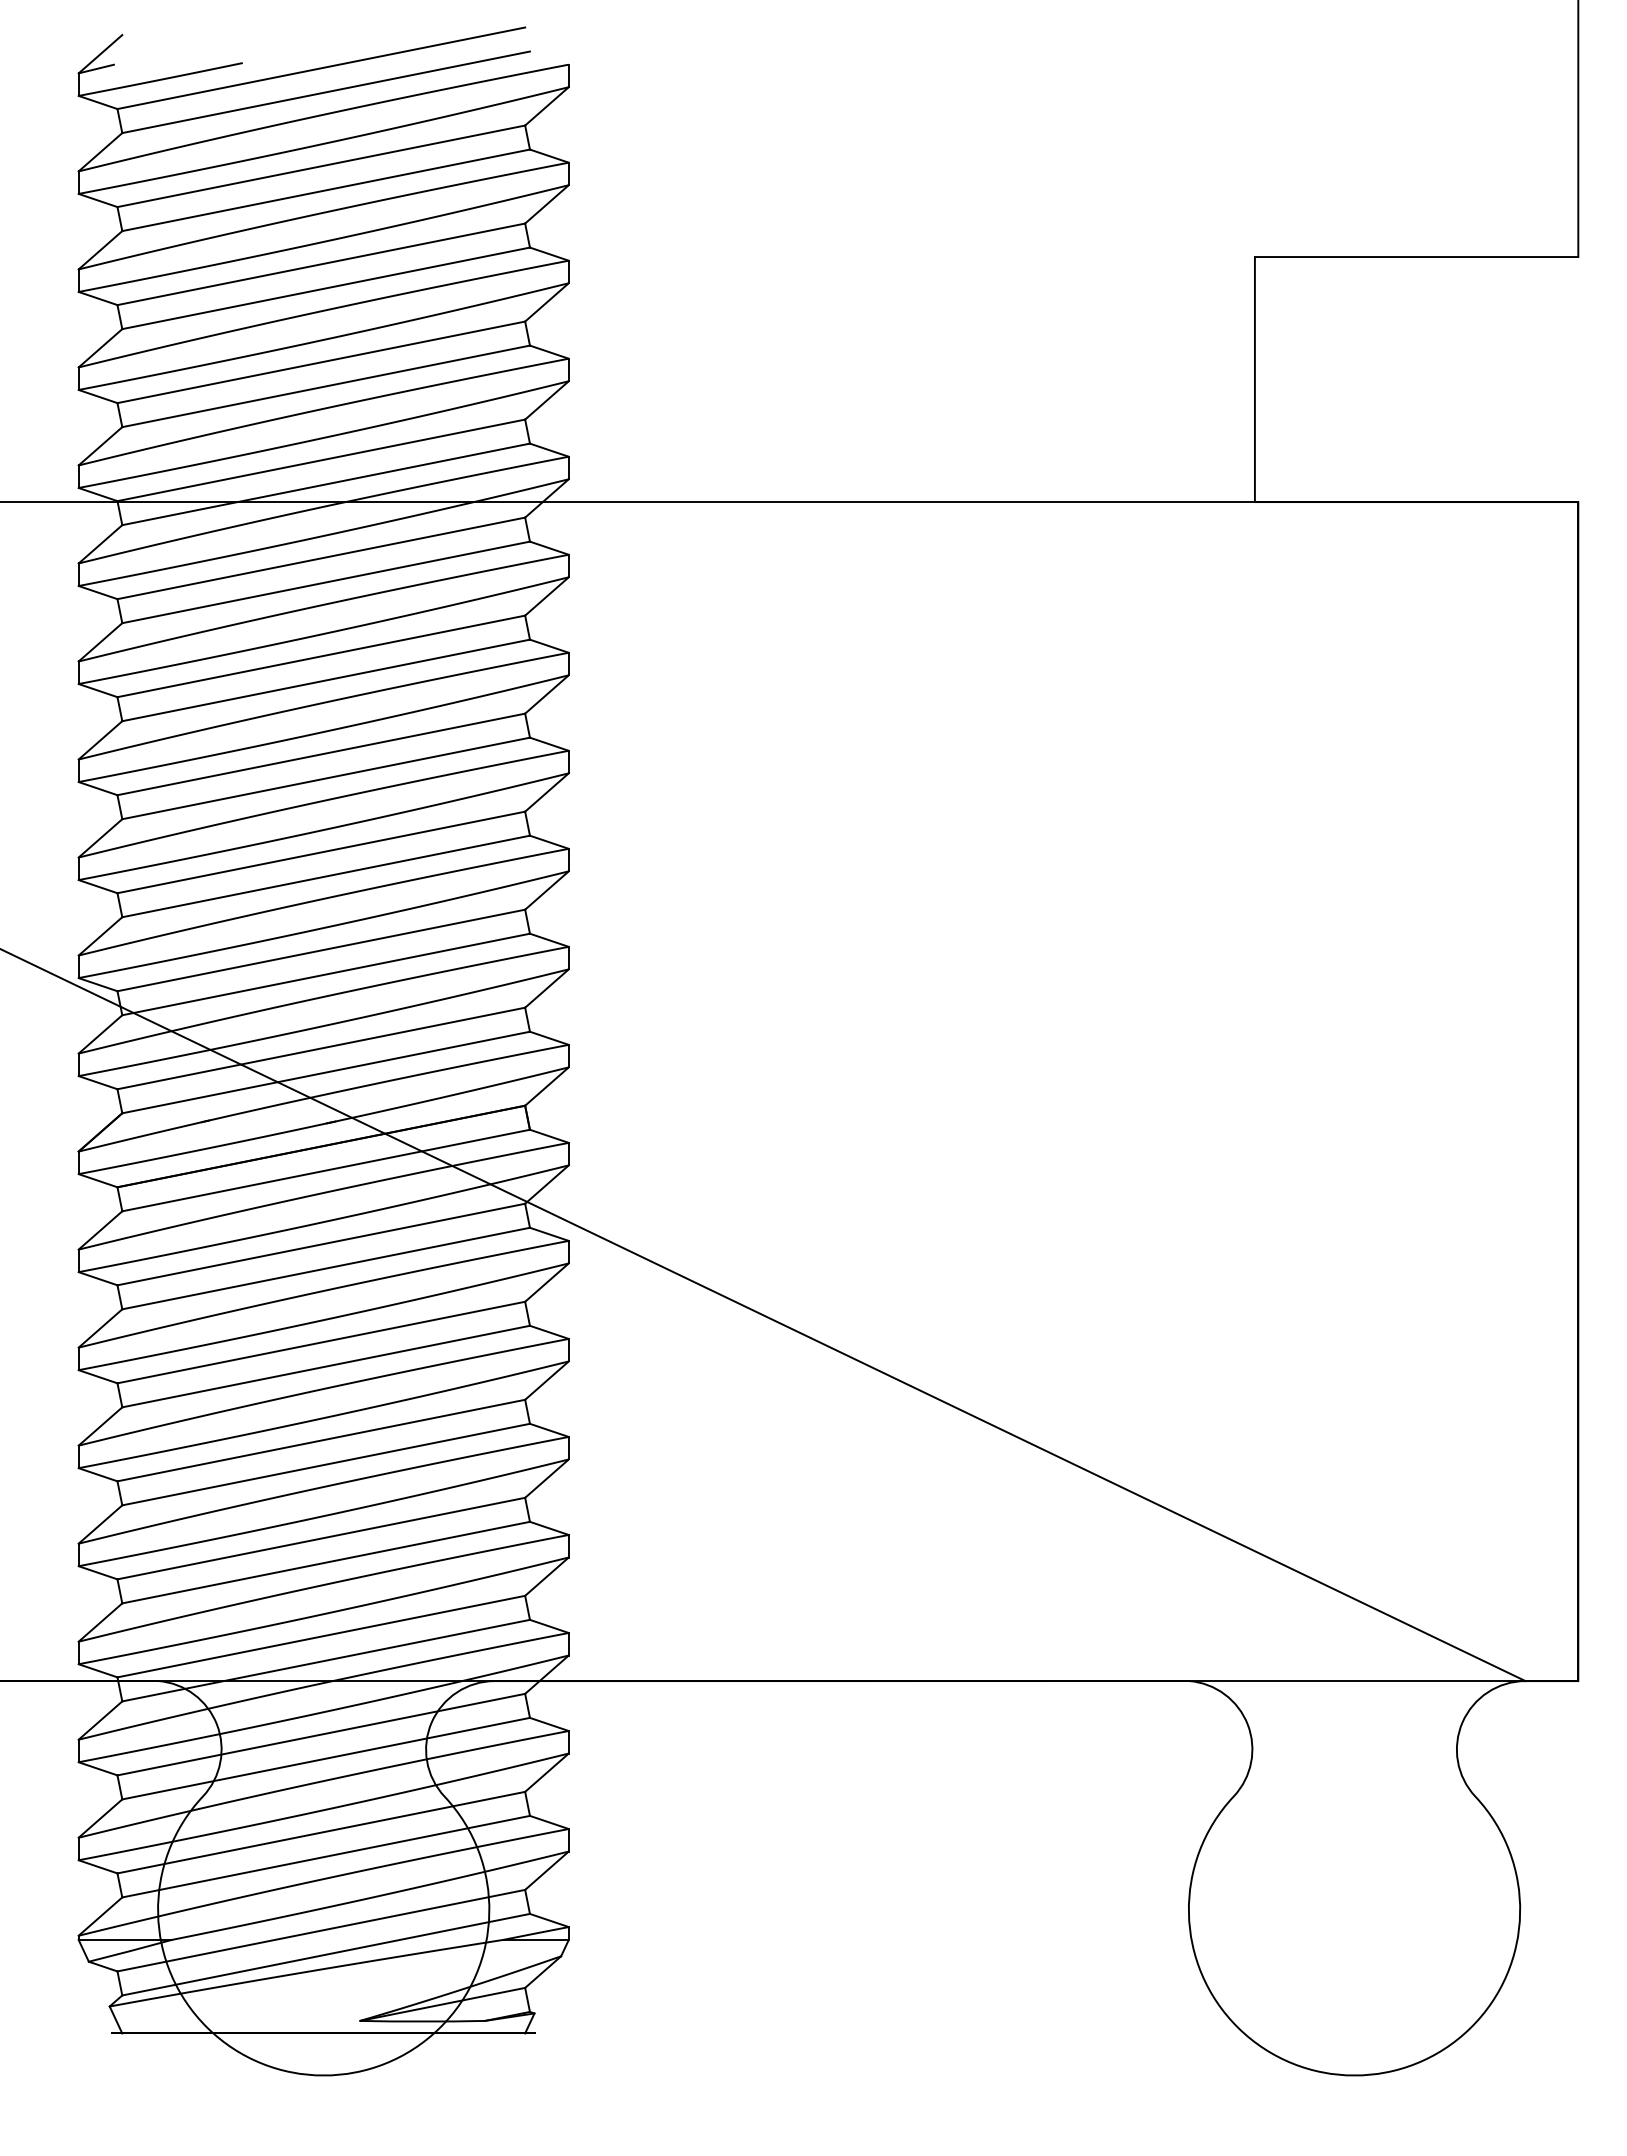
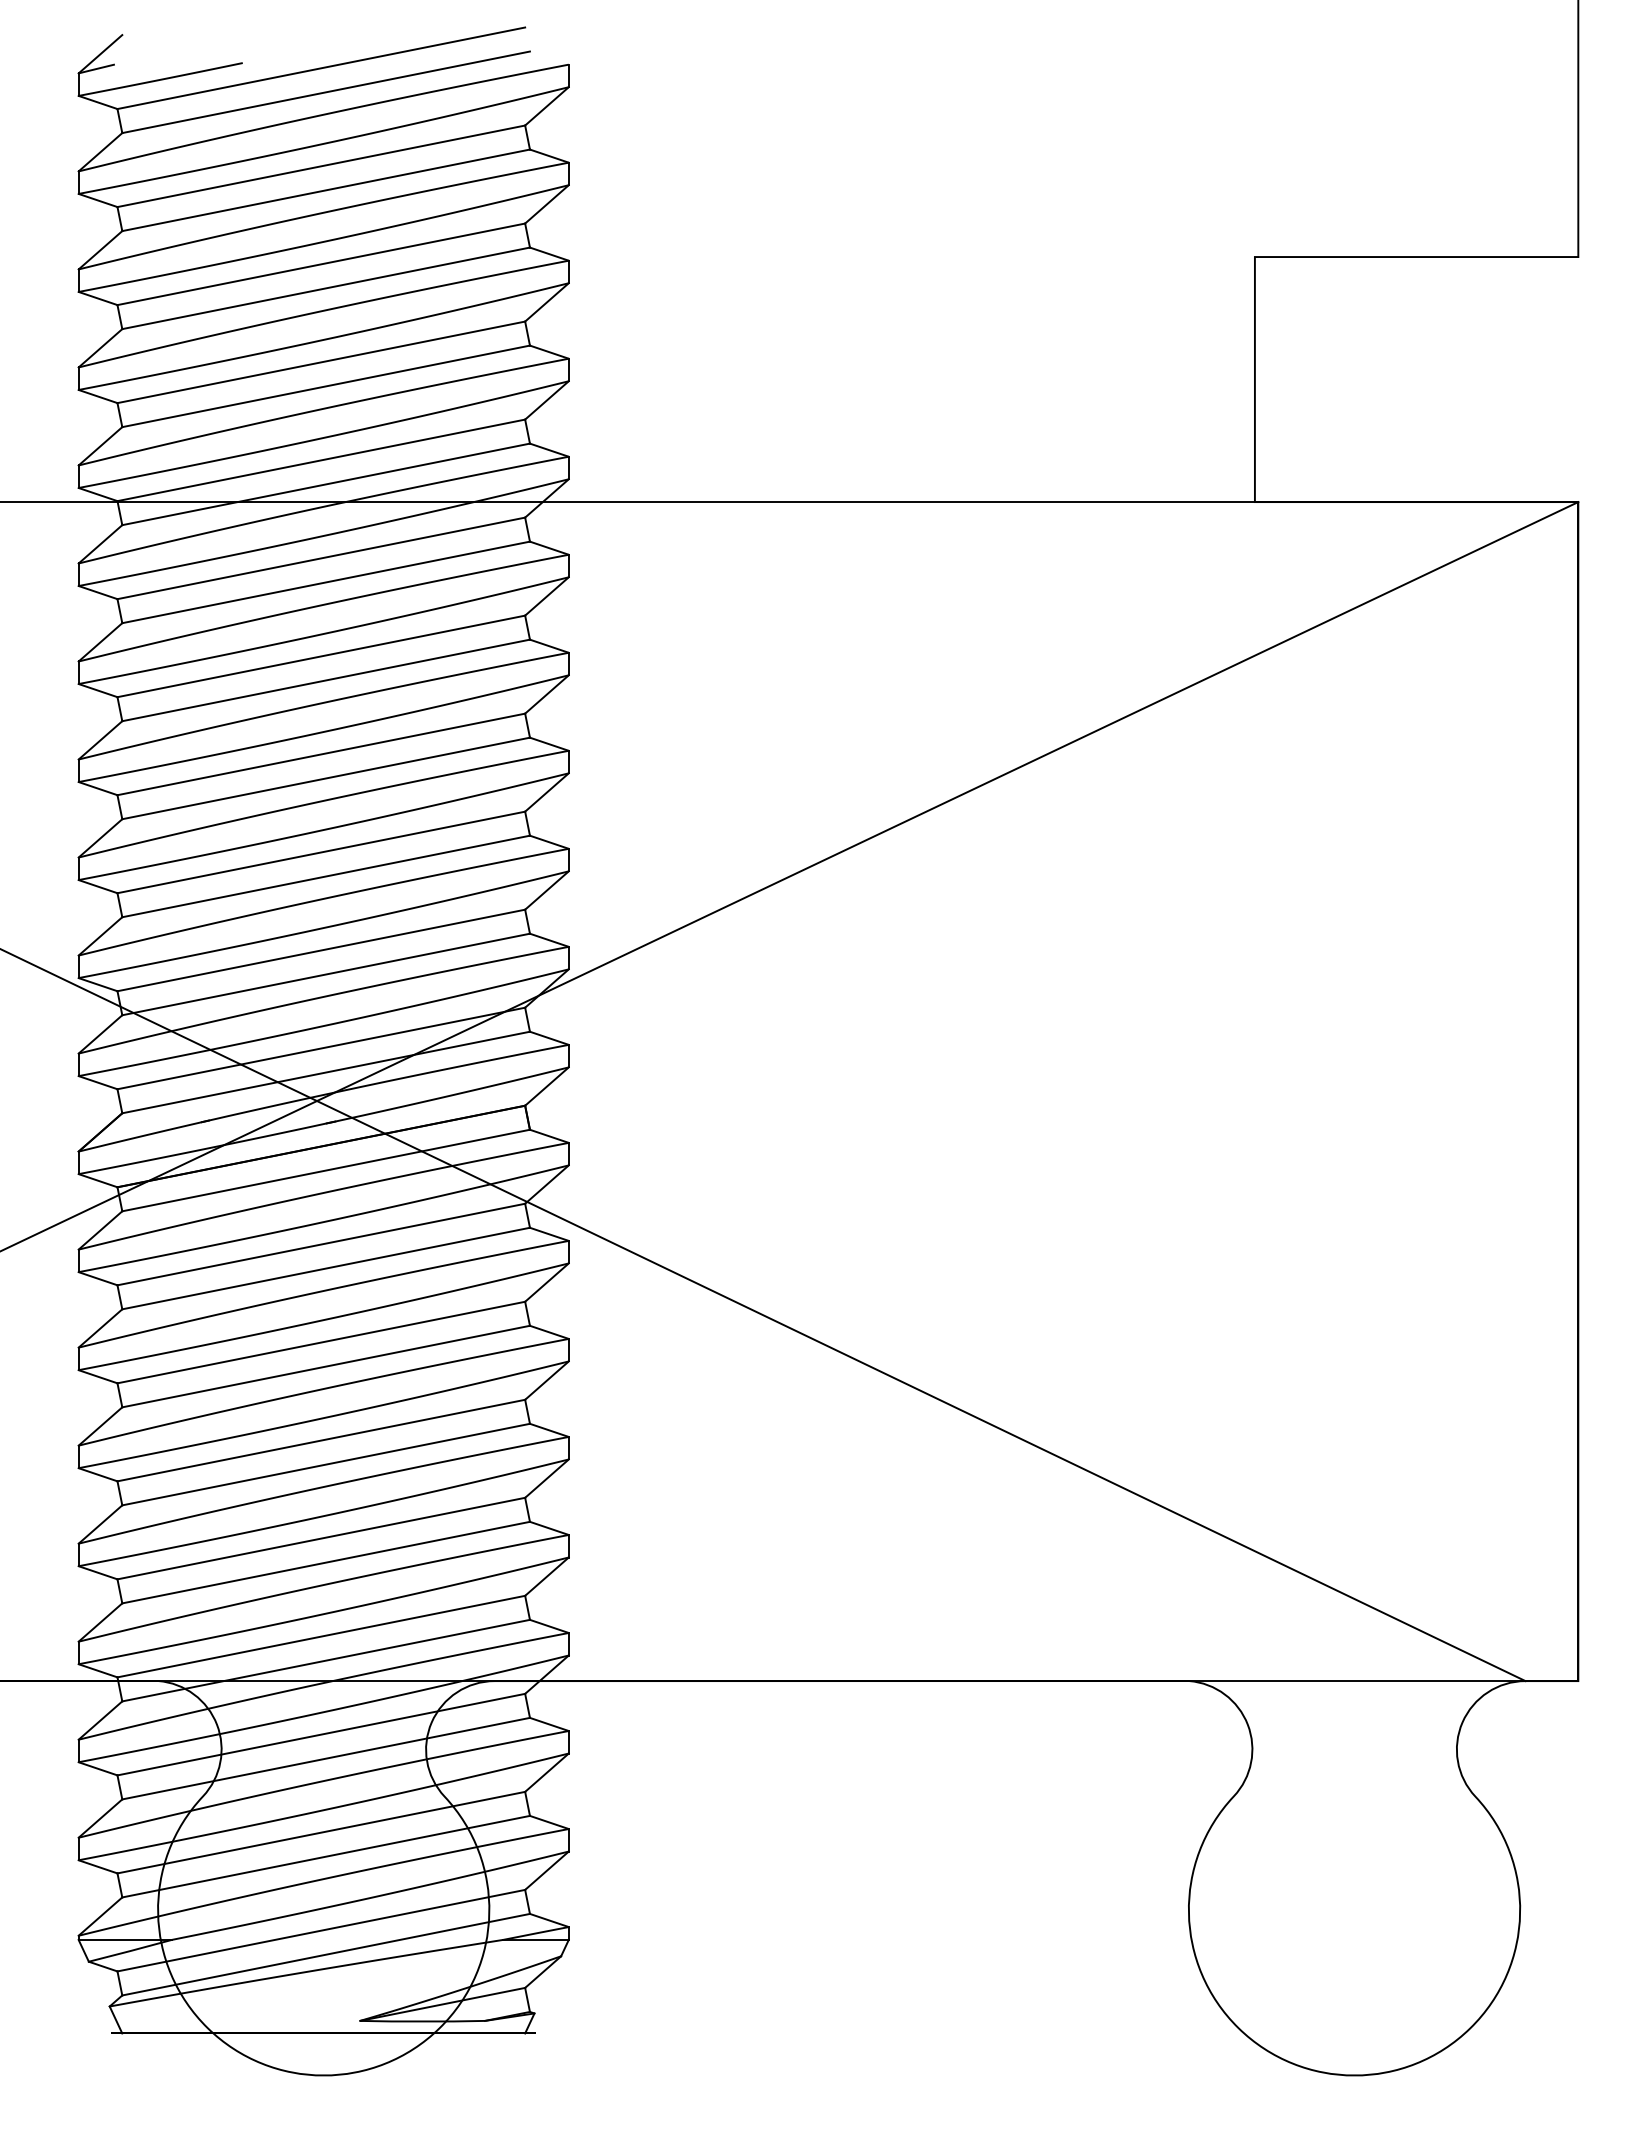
line at (790, 876): none -> present
